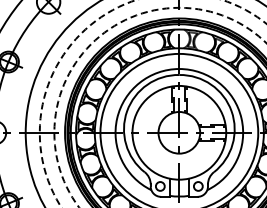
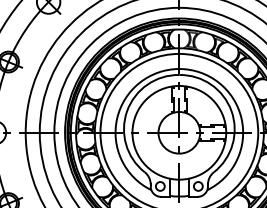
circle at (152, 103): dashed -> solid
circle at (160, 107): dashed -> solid
